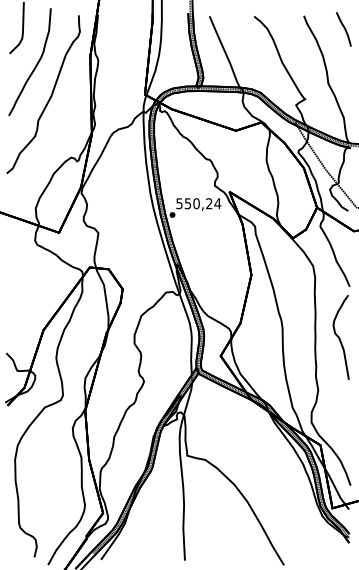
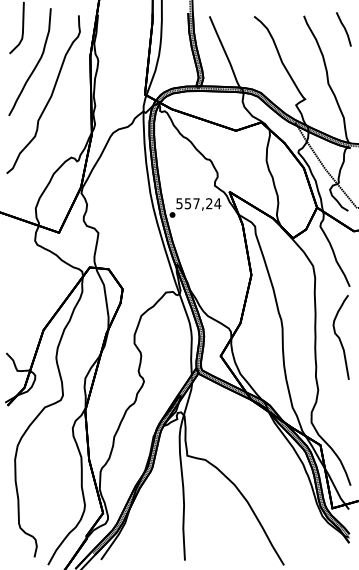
text at (196, 203): 550,24 -> 557,24
